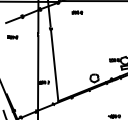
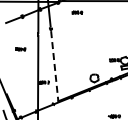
part at (12, 37) position: (12, 37) -> (20, 49)
line at (54, 66): solid -> dashed
